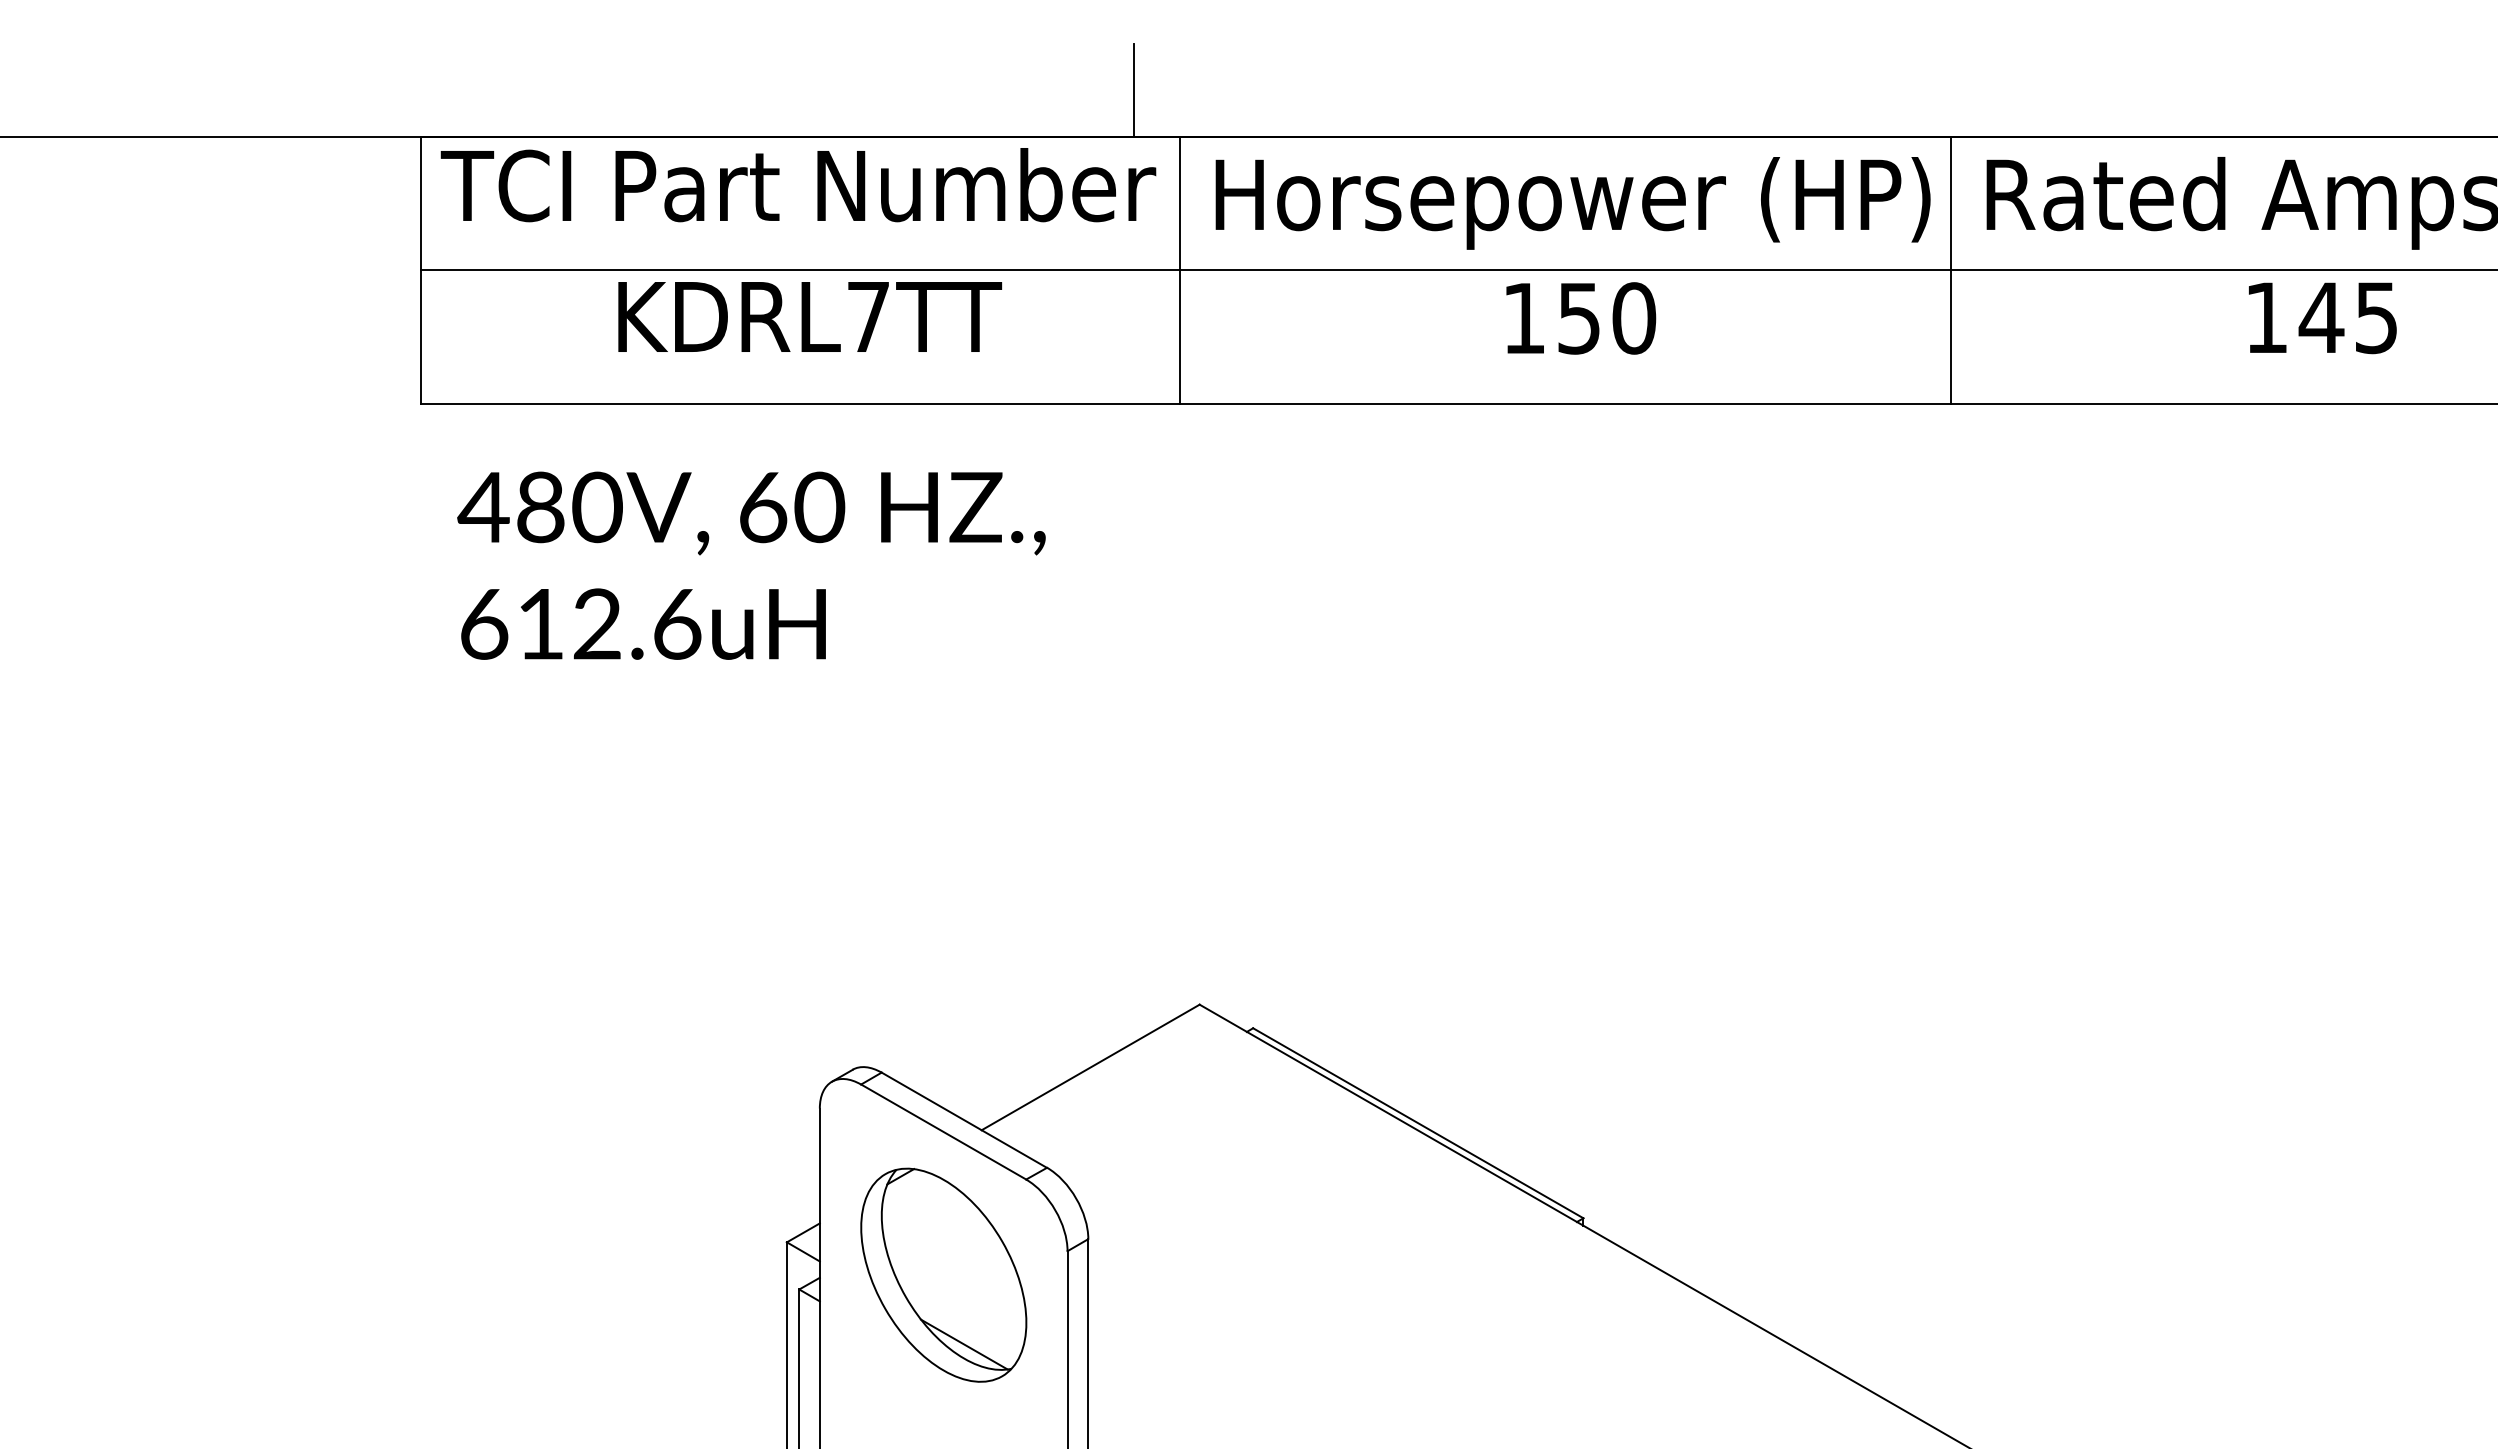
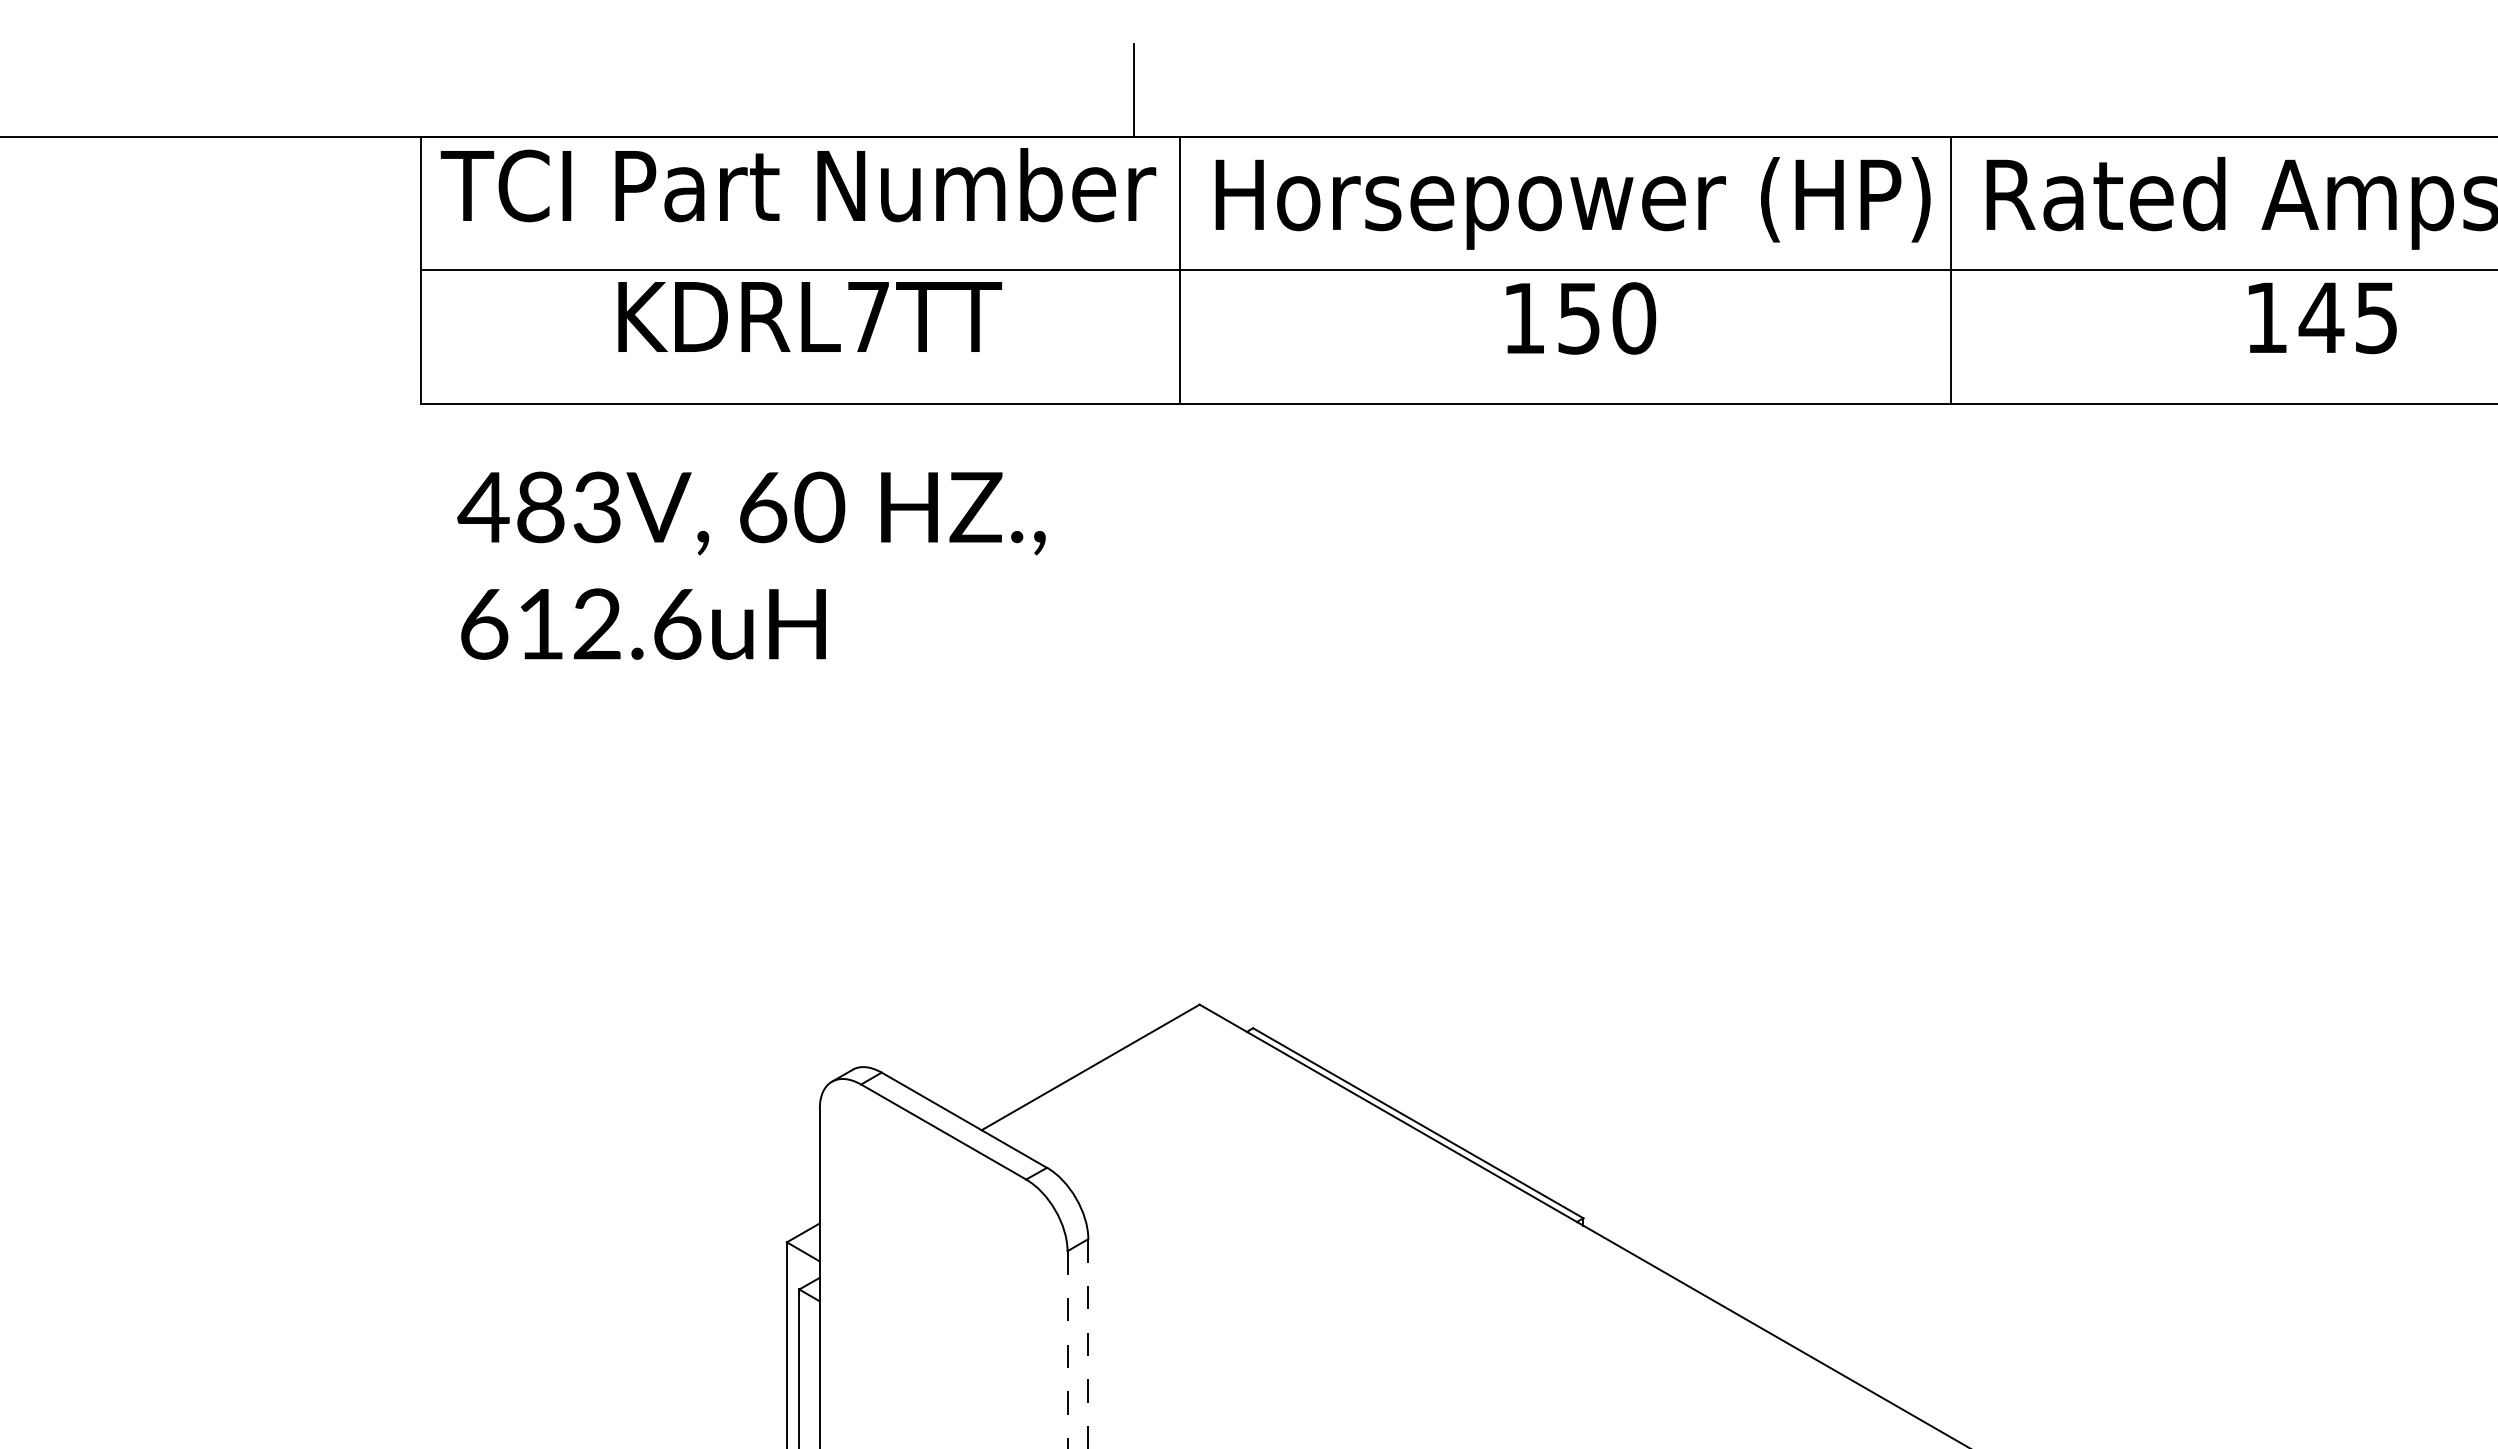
text at (597, 507): 480V, -> 483V,
part at (943, 1274): present -> none
line at (1088, 1344): solid -> dashed
line at (1067, 1350): solid -> dashed
